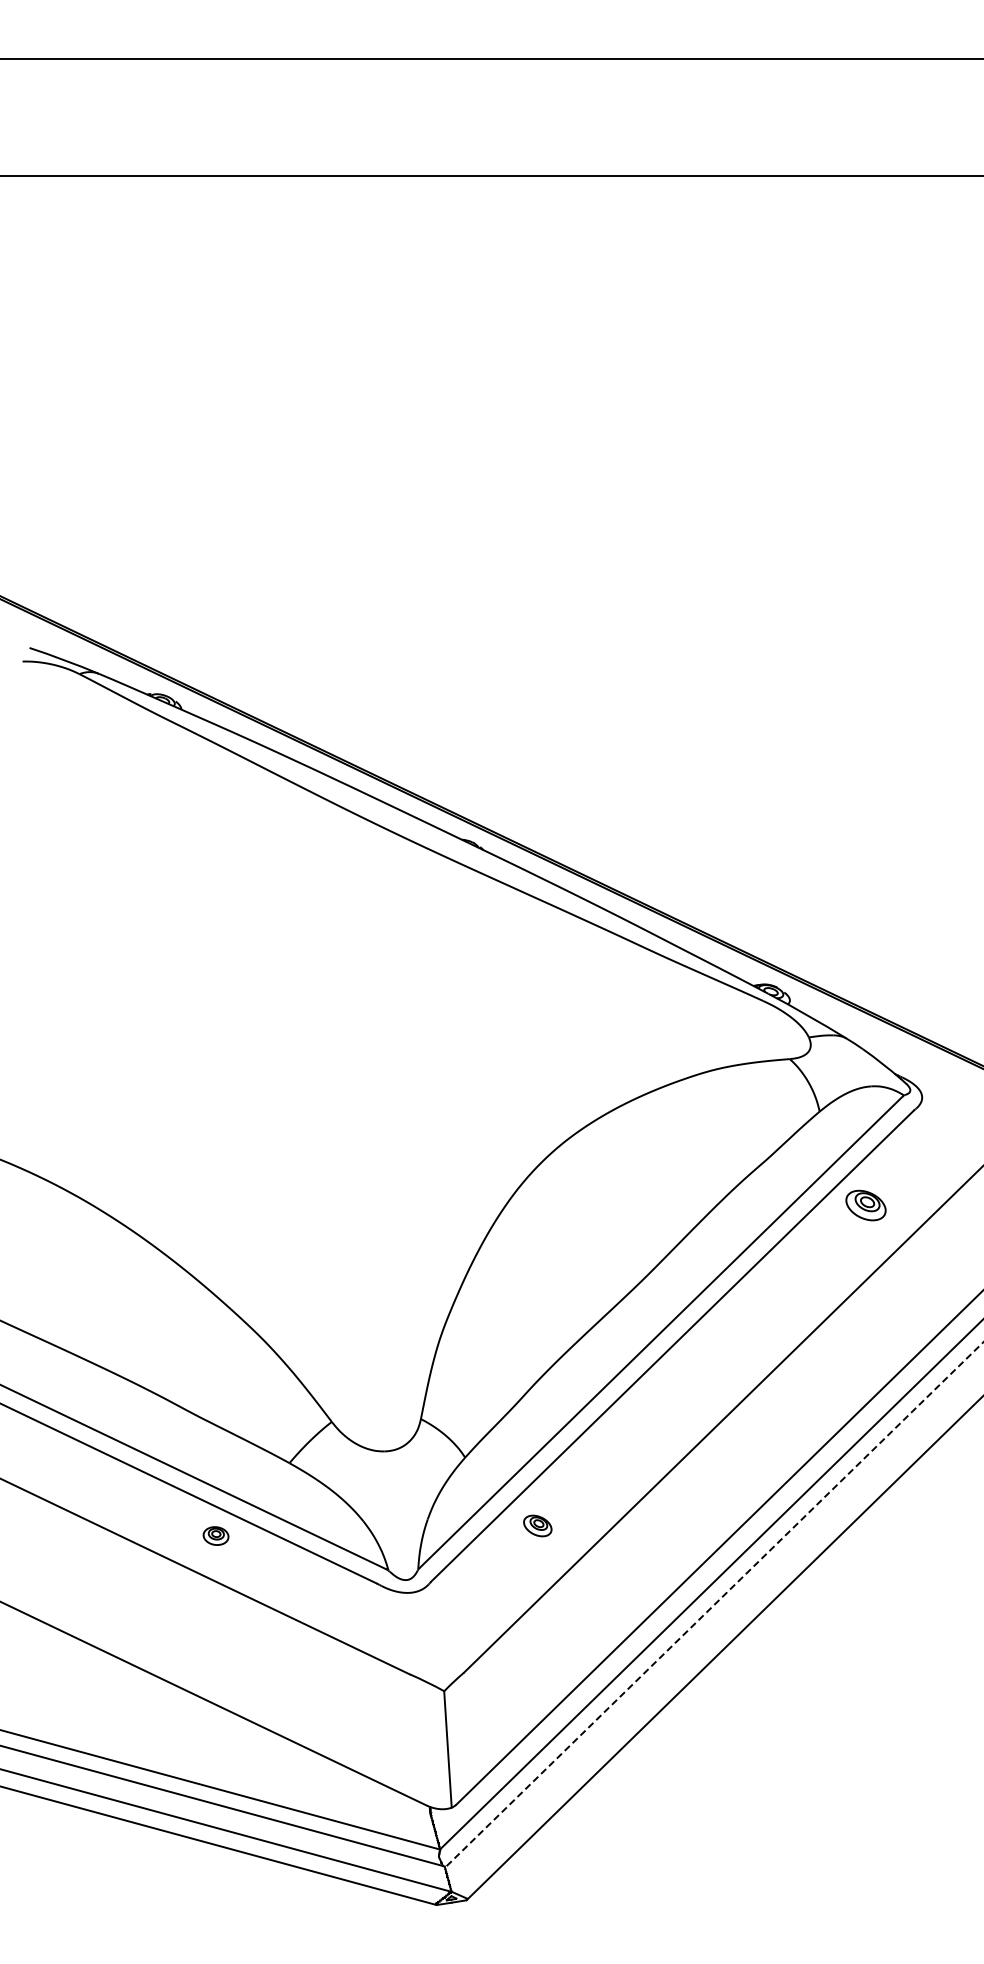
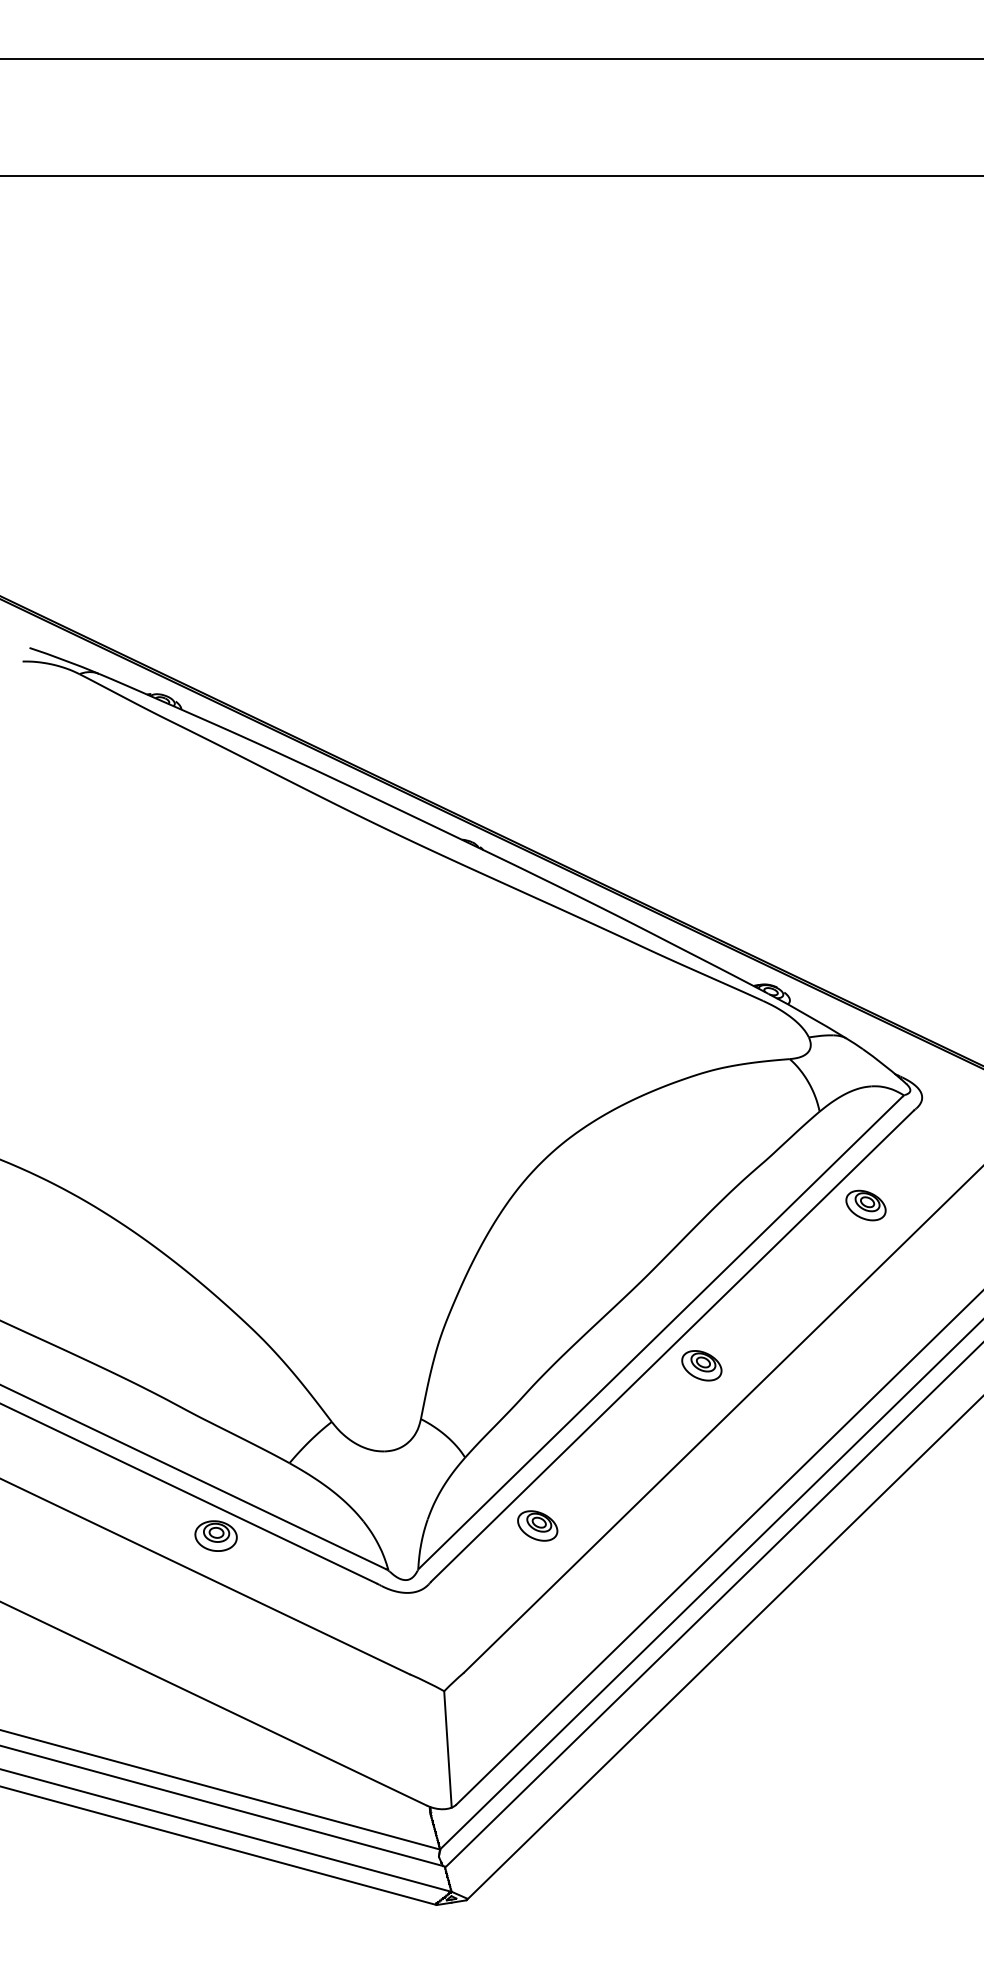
part at (701, 1365): none -> present
part at (537, 1525) size: 30x24 px -> 42x32 px
part at (215, 1535) size: 28x20 px -> 44x32 px
line at (713, 1605): dashed -> solid
